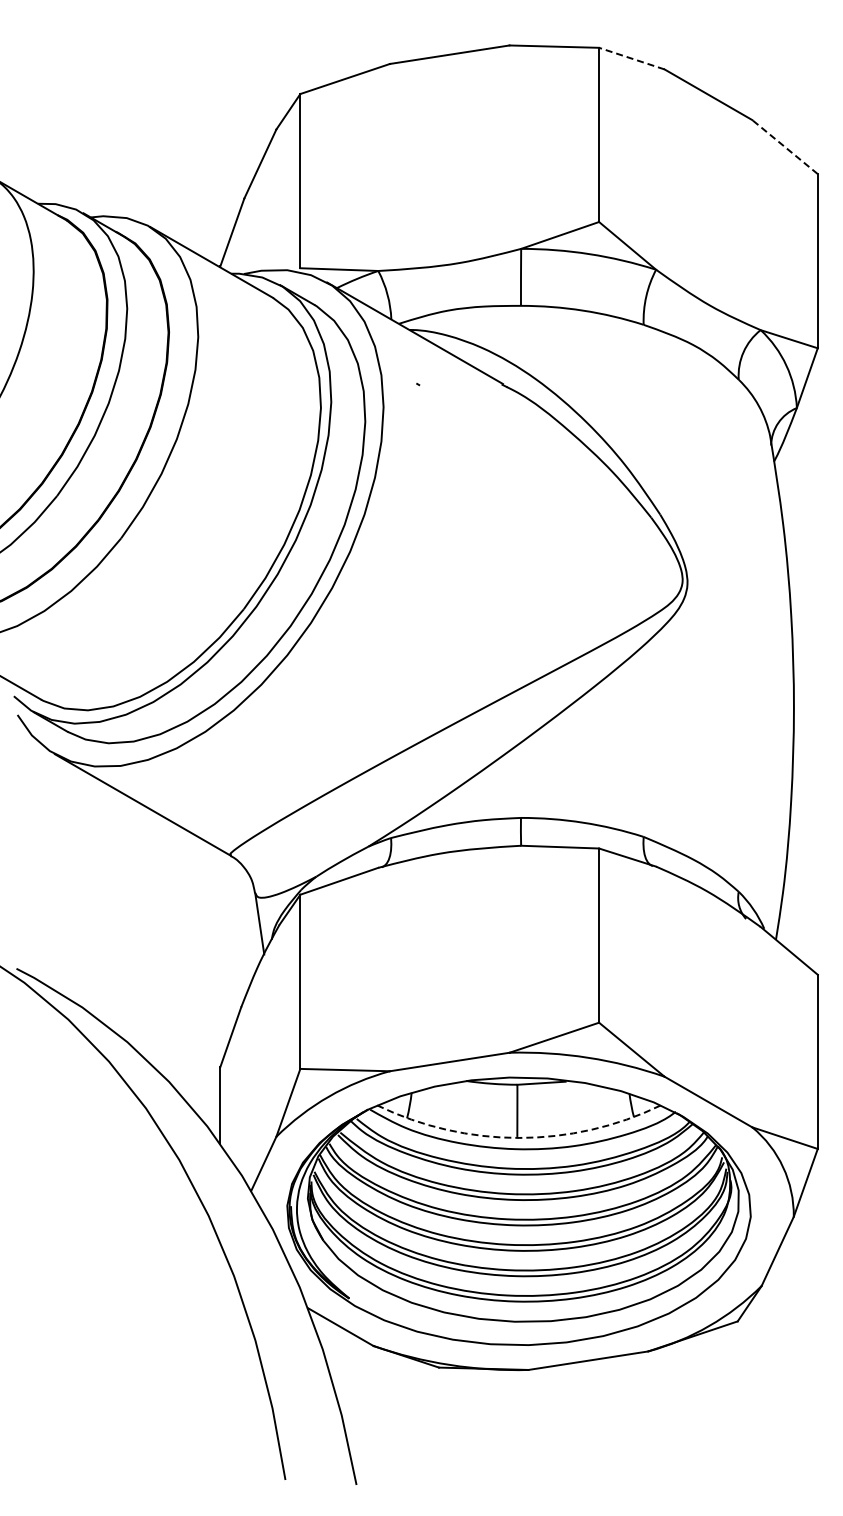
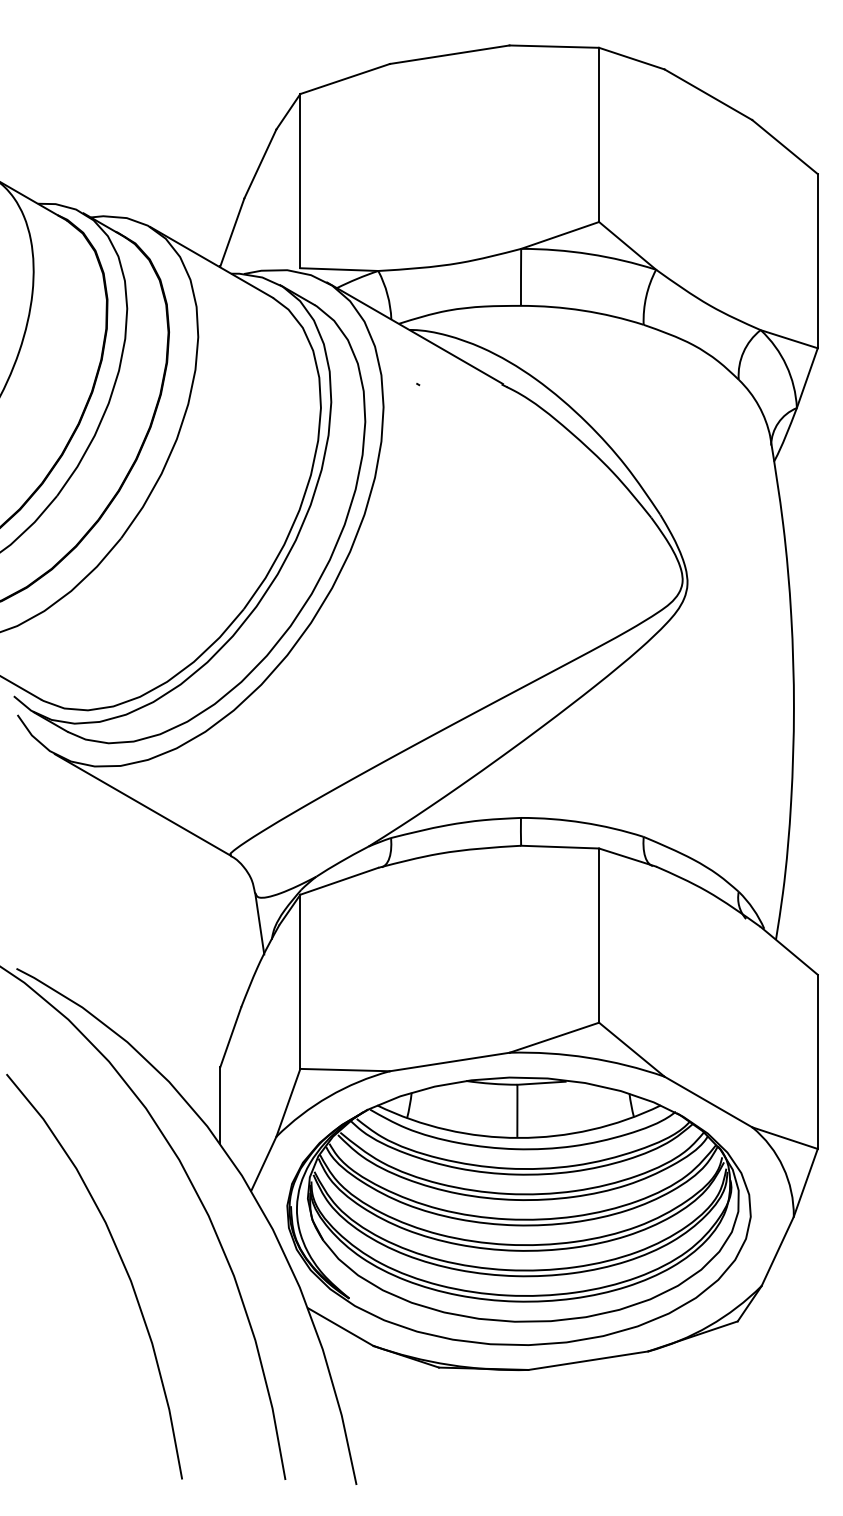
line at (631, 58): dashed -> solid
line at (784, 146): dashed -> solid
arc at (519, 1137): dashed -> solid
curve at (121, 1262): none -> present
